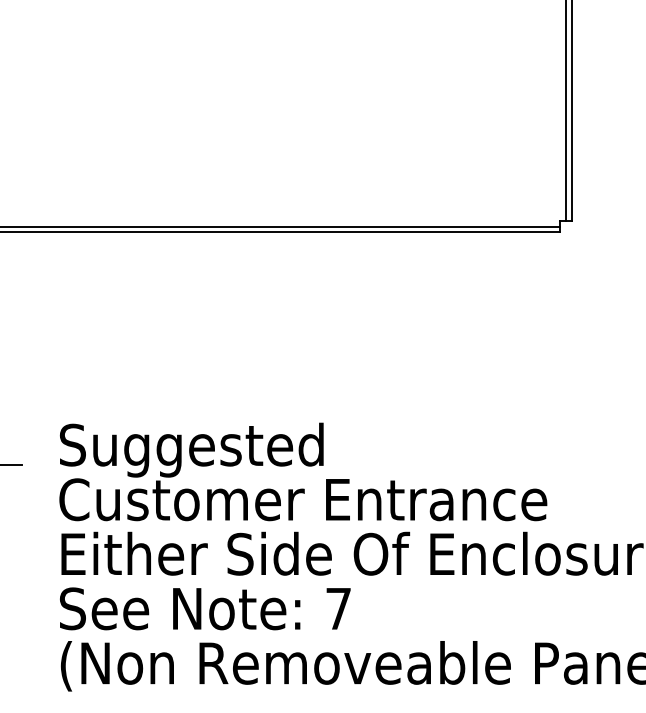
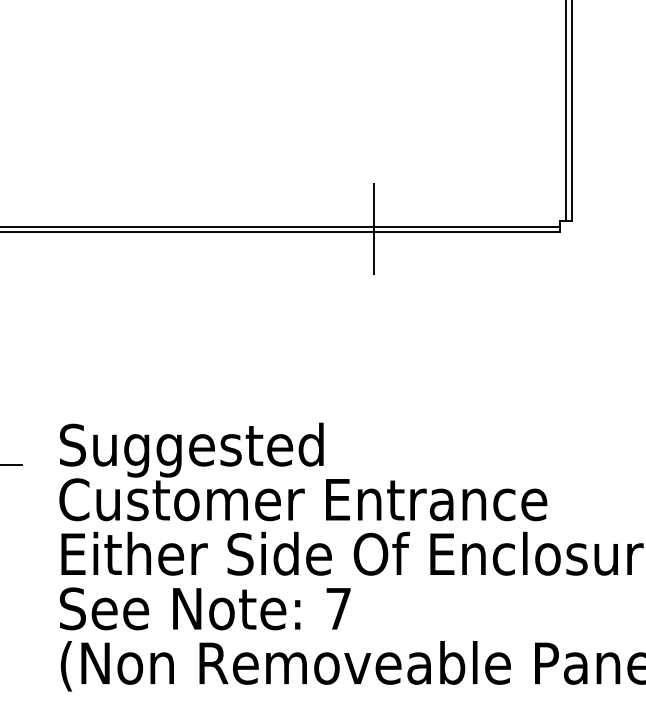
line at (374, 229): none -> present
